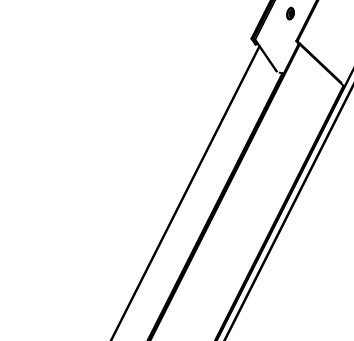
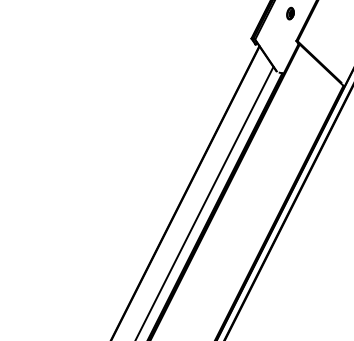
line at (204, 201): none -> present
